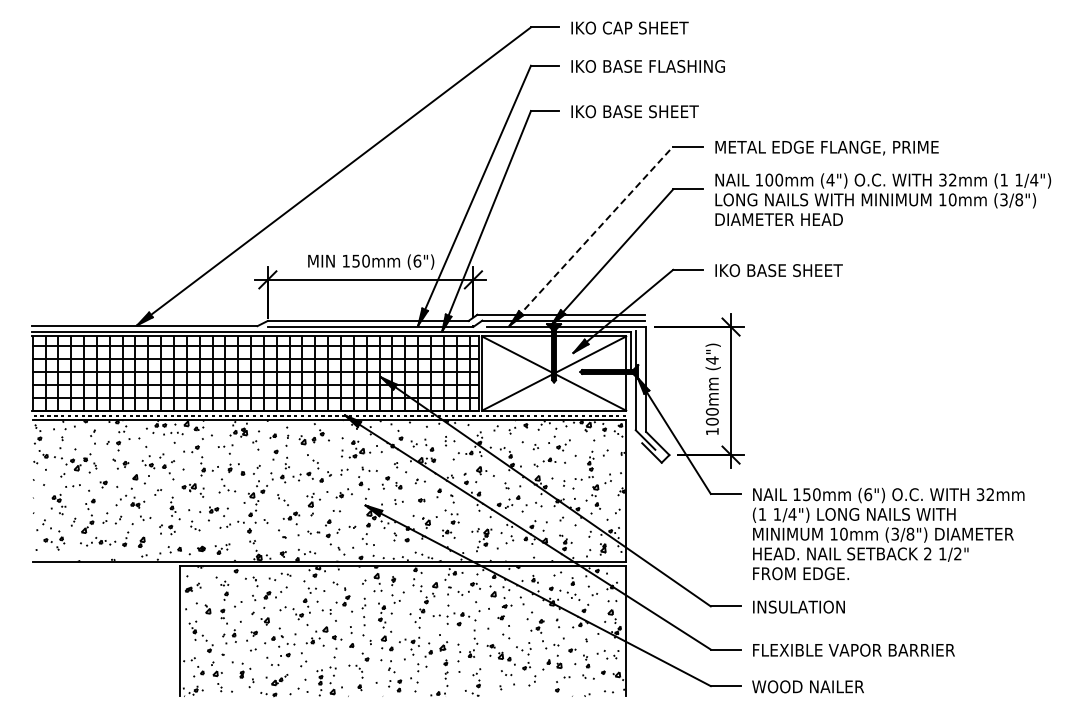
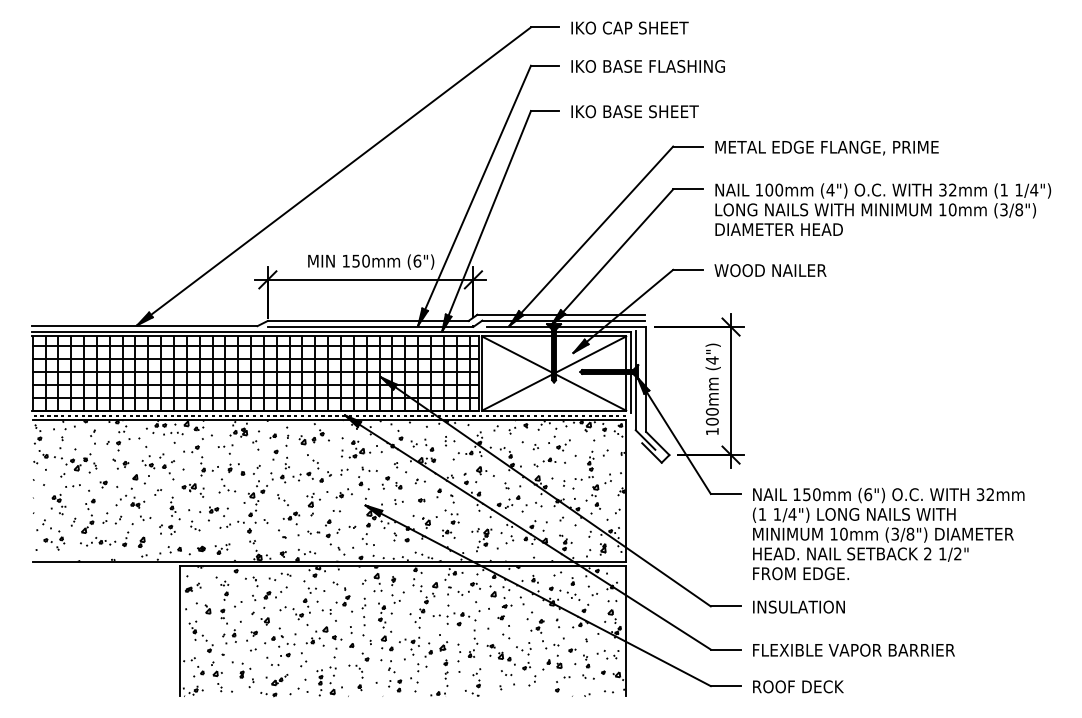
text at (883, 199) position: (883, 199) -> (883, 209)
line at (591, 235): dashed -> solid
text at (778, 270): IKO BASE SHEET -> WOOD NAILER
line at (630, 393): none -> present
text at (807, 686): WOOD NAILER -> ROOF DECK
